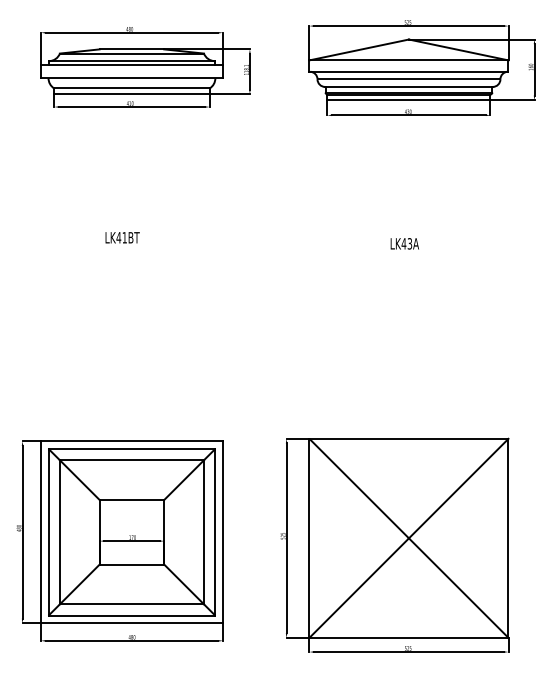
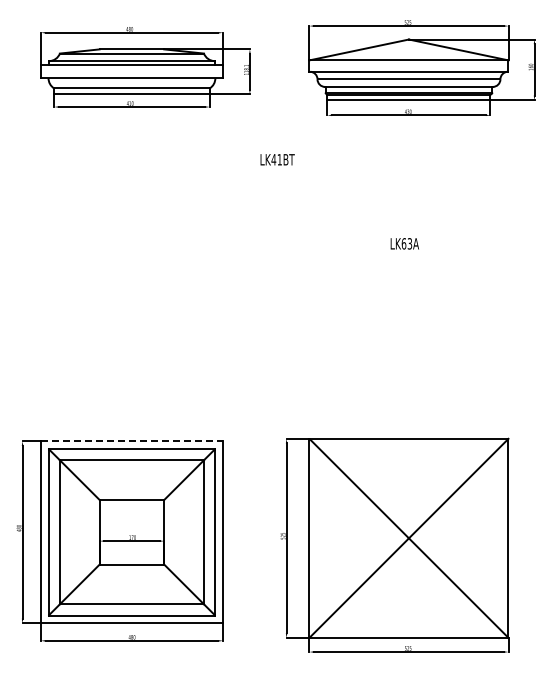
text at (122, 237) position: (122, 237) -> (277, 159)
text at (403, 243): LK43A -> LK63A
line at (131, 441): solid -> dashed
